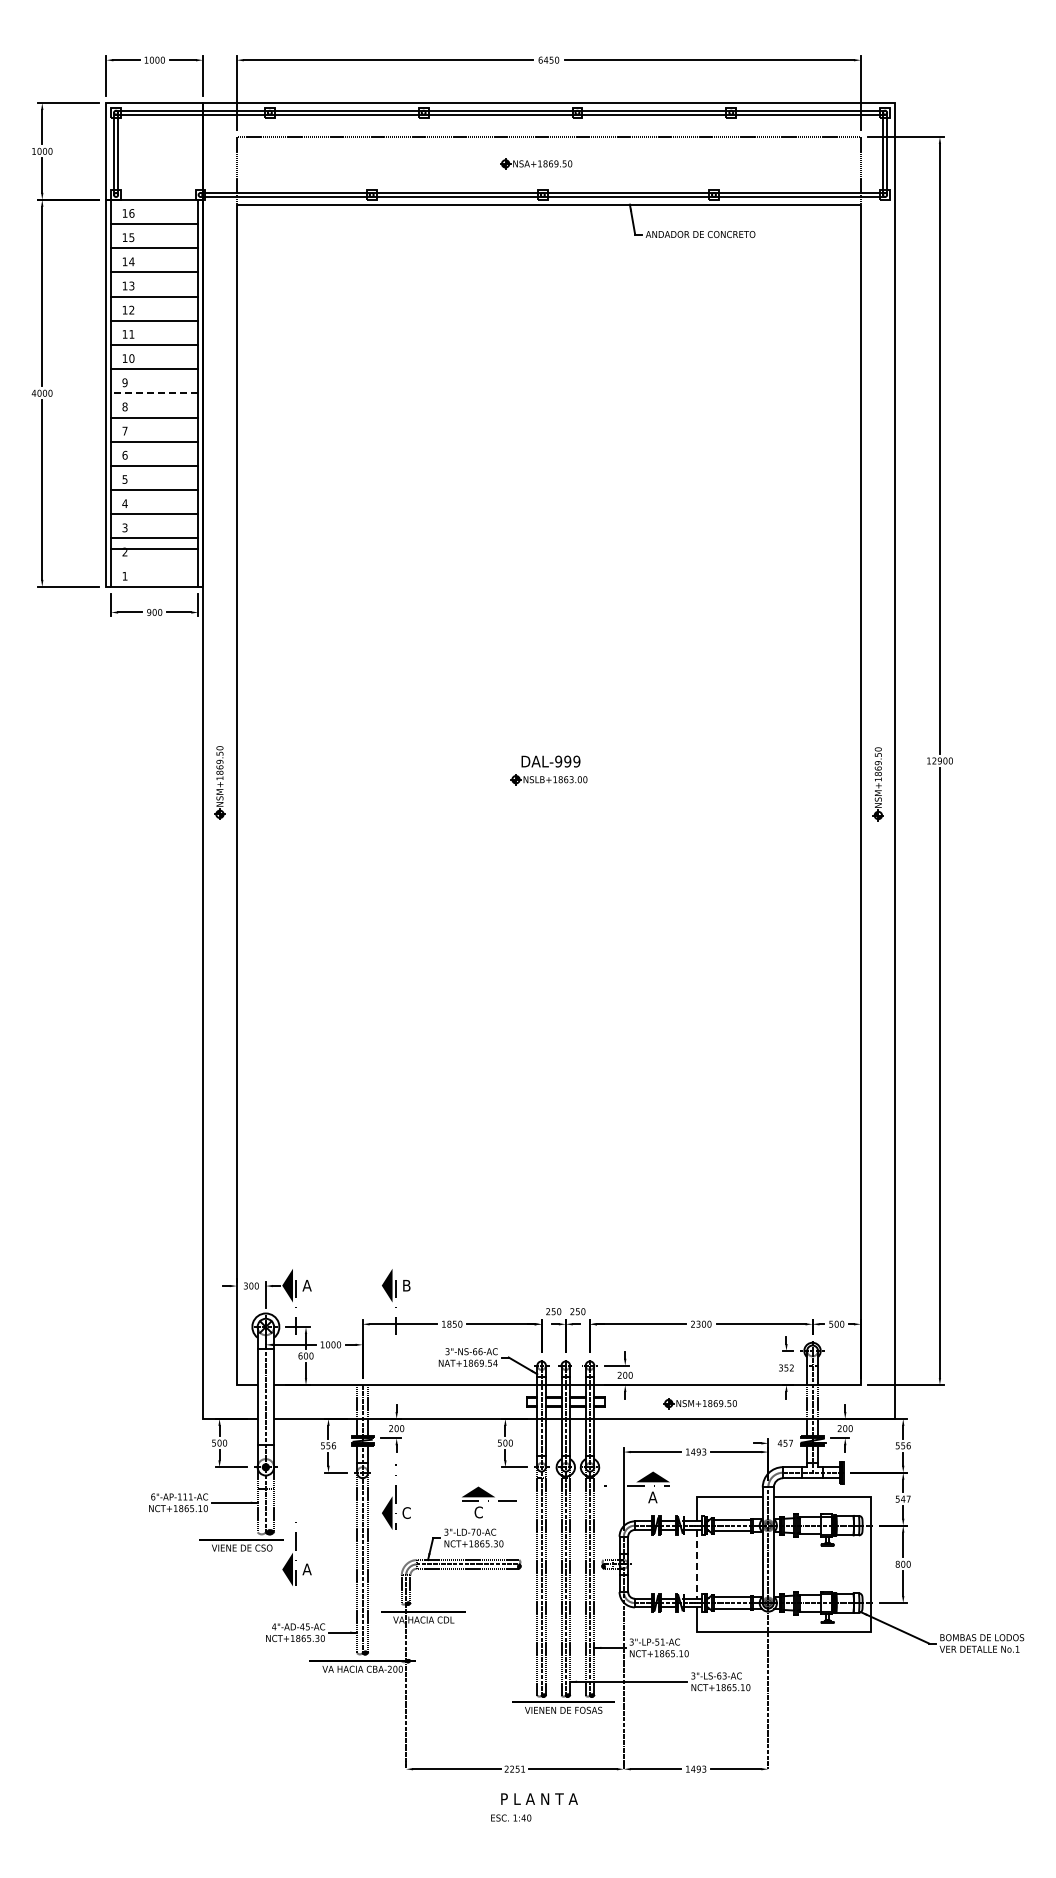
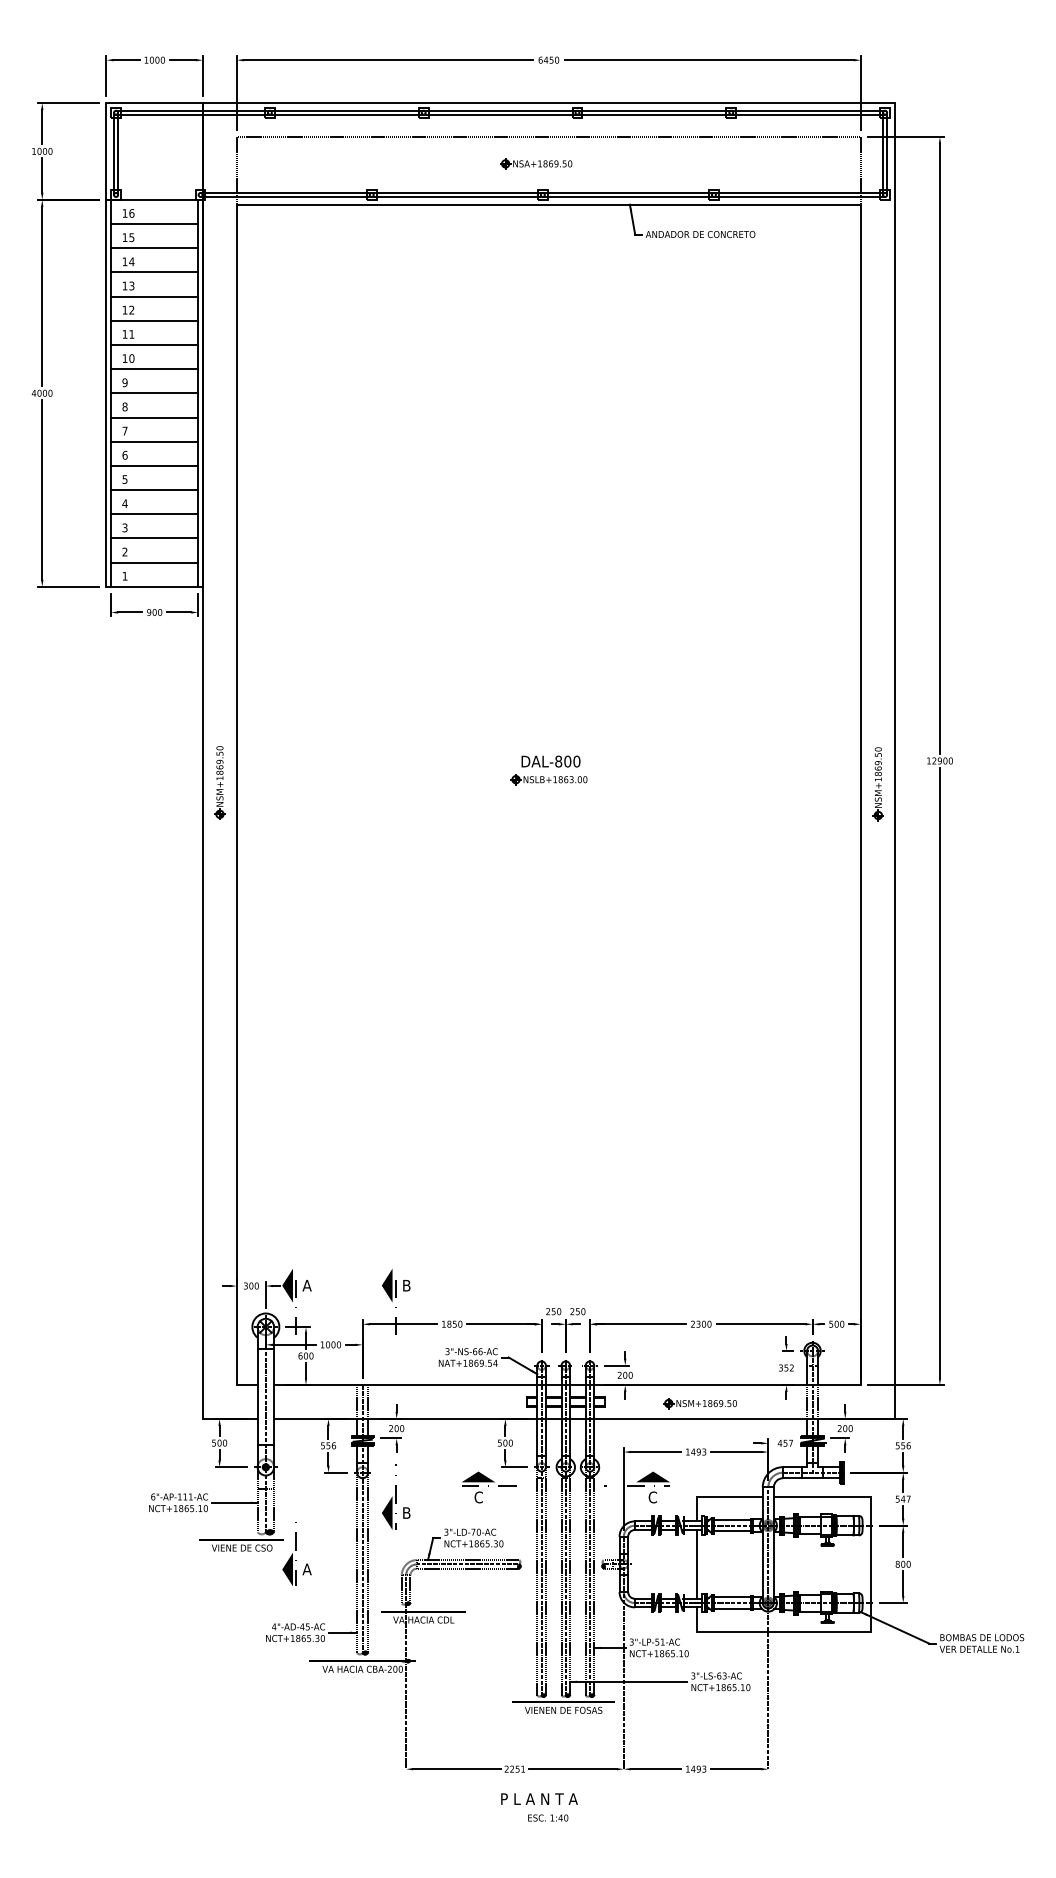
line at (154, 393): dashed -> solid
line at (154, 548) position: (154, 548) -> (154, 562)
text at (567, 761): DAL-999 -> DAL-800
text at (652, 1497): A -> C
part at (489, 1502) position: (489, 1502) -> (489, 1487)
text at (406, 1512): C -> B
line at (696, 1564): dashed -> solid
text at (511, 1817) position: (511, 1817) -> (548, 1817)
